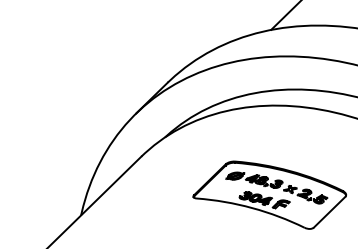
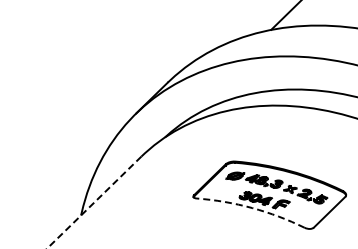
line at (94, 202): solid -> dashed
arc at (252, 208): solid -> dashed
